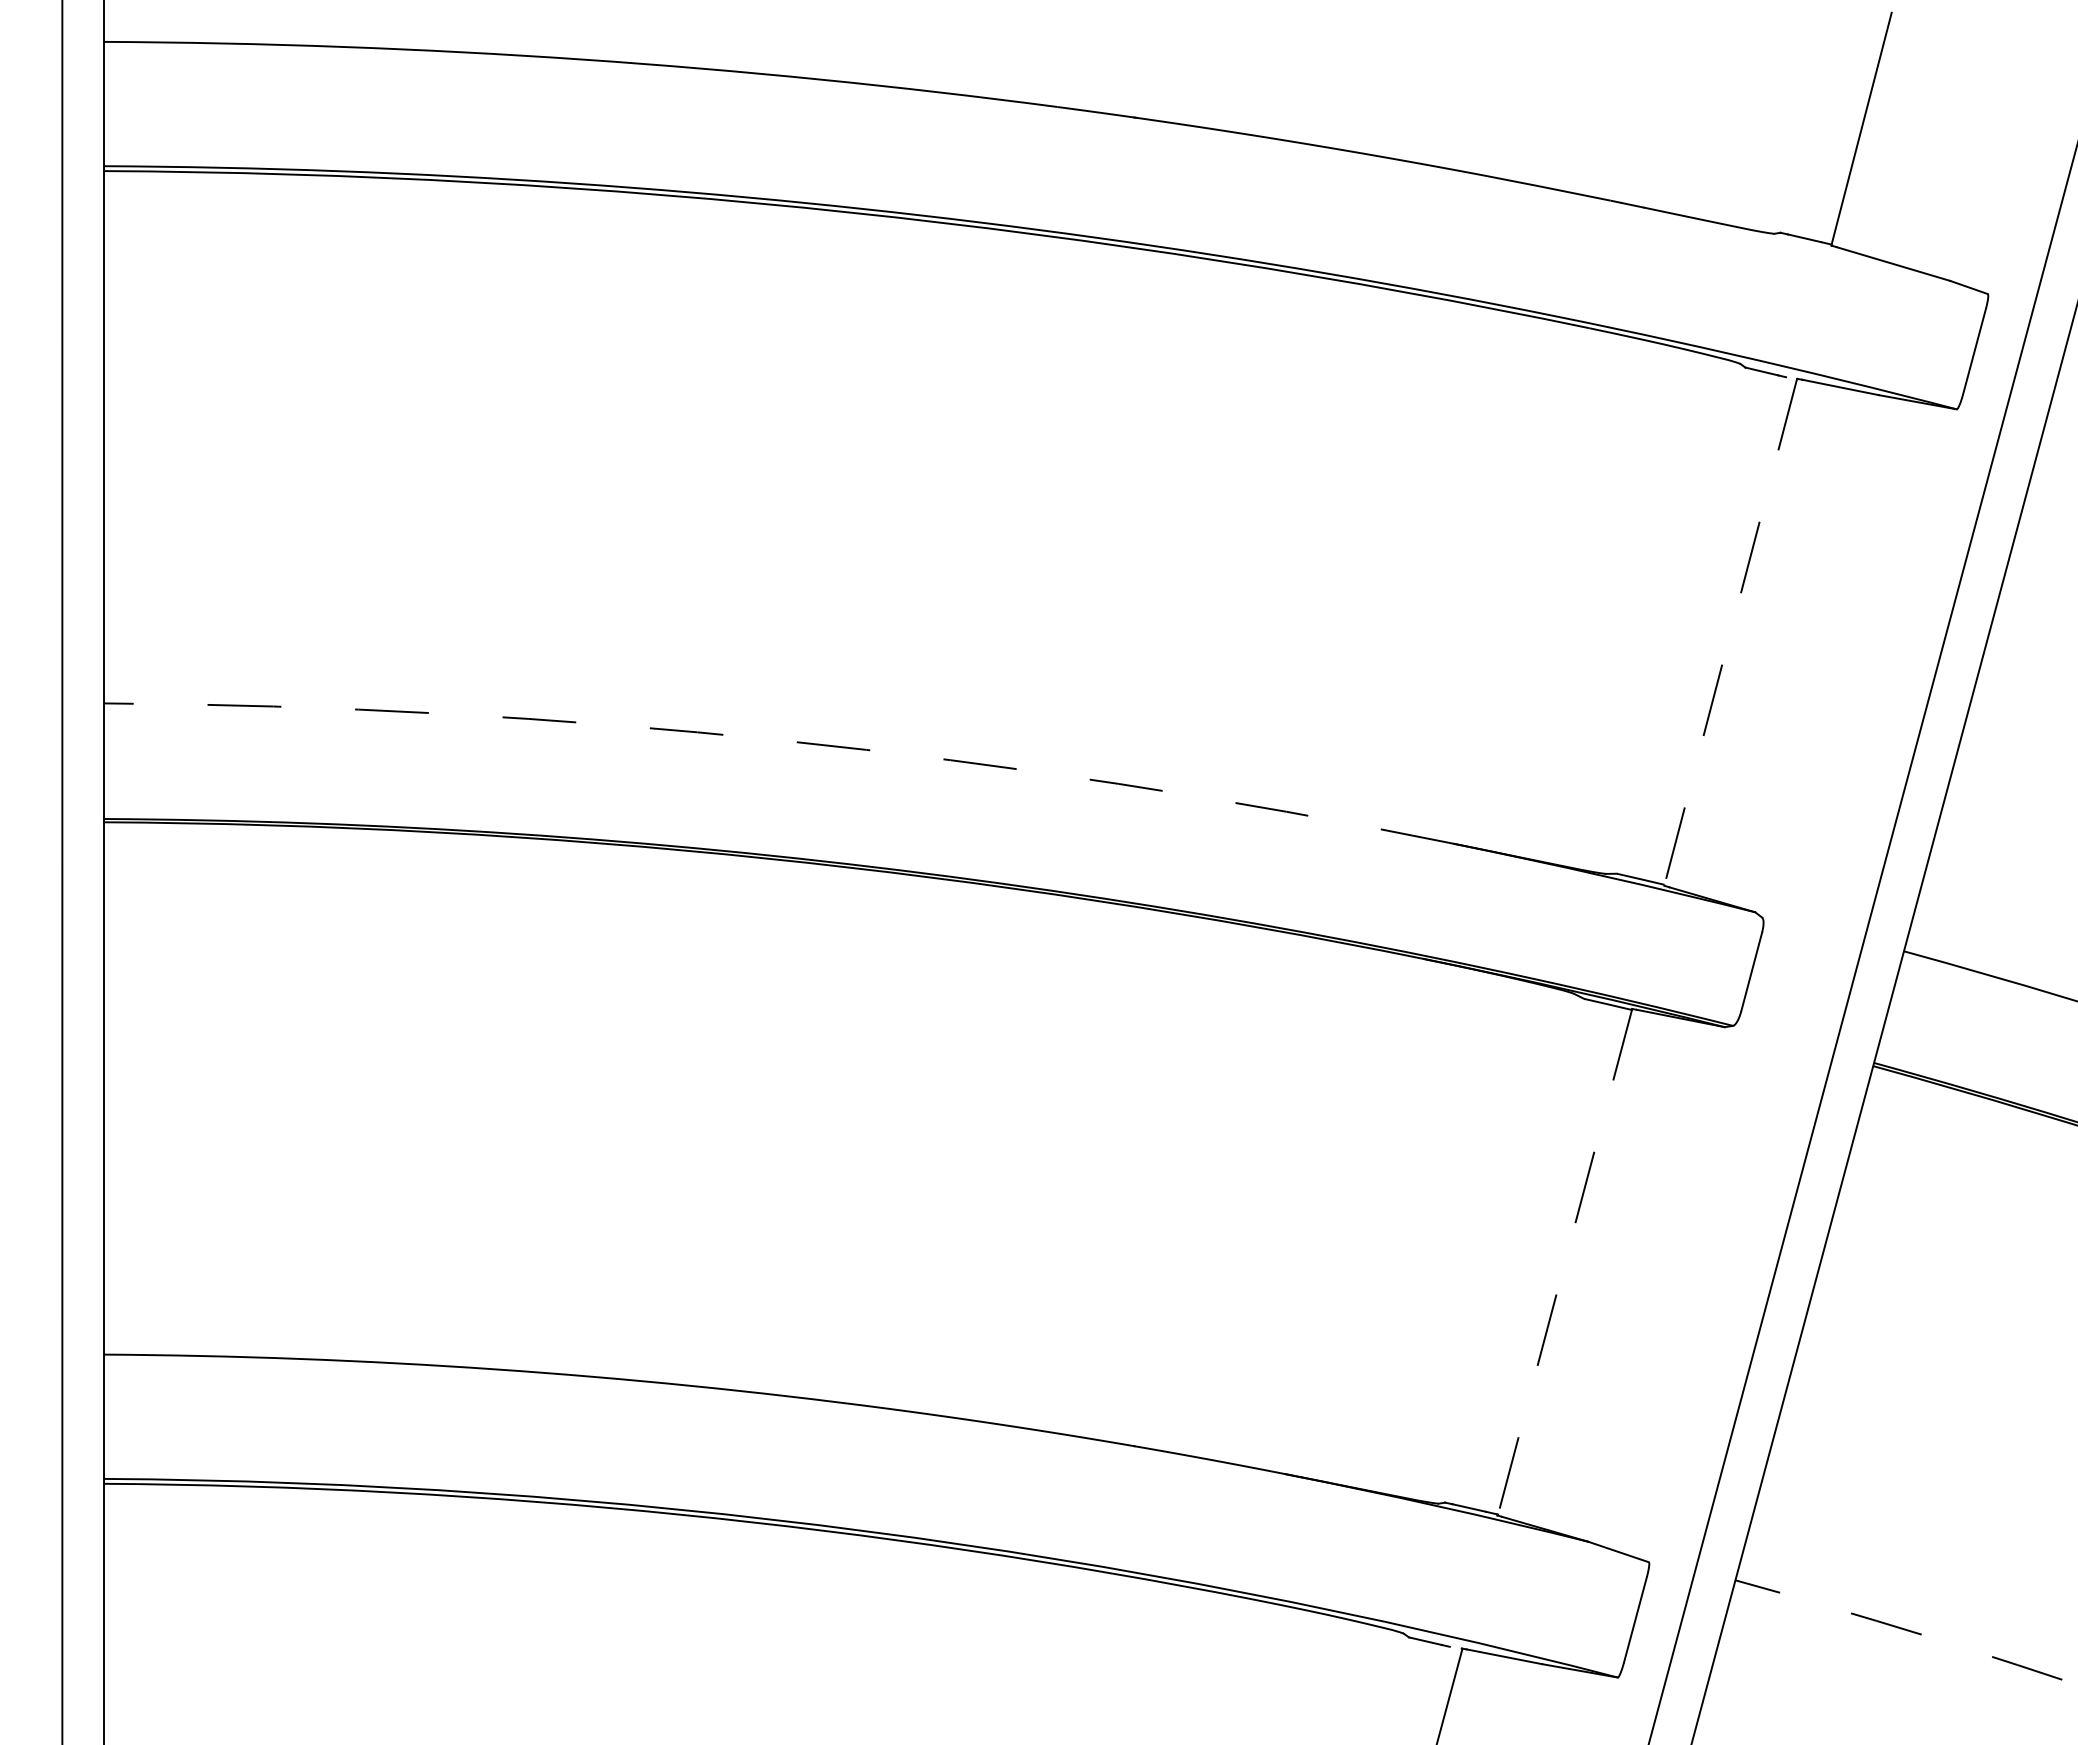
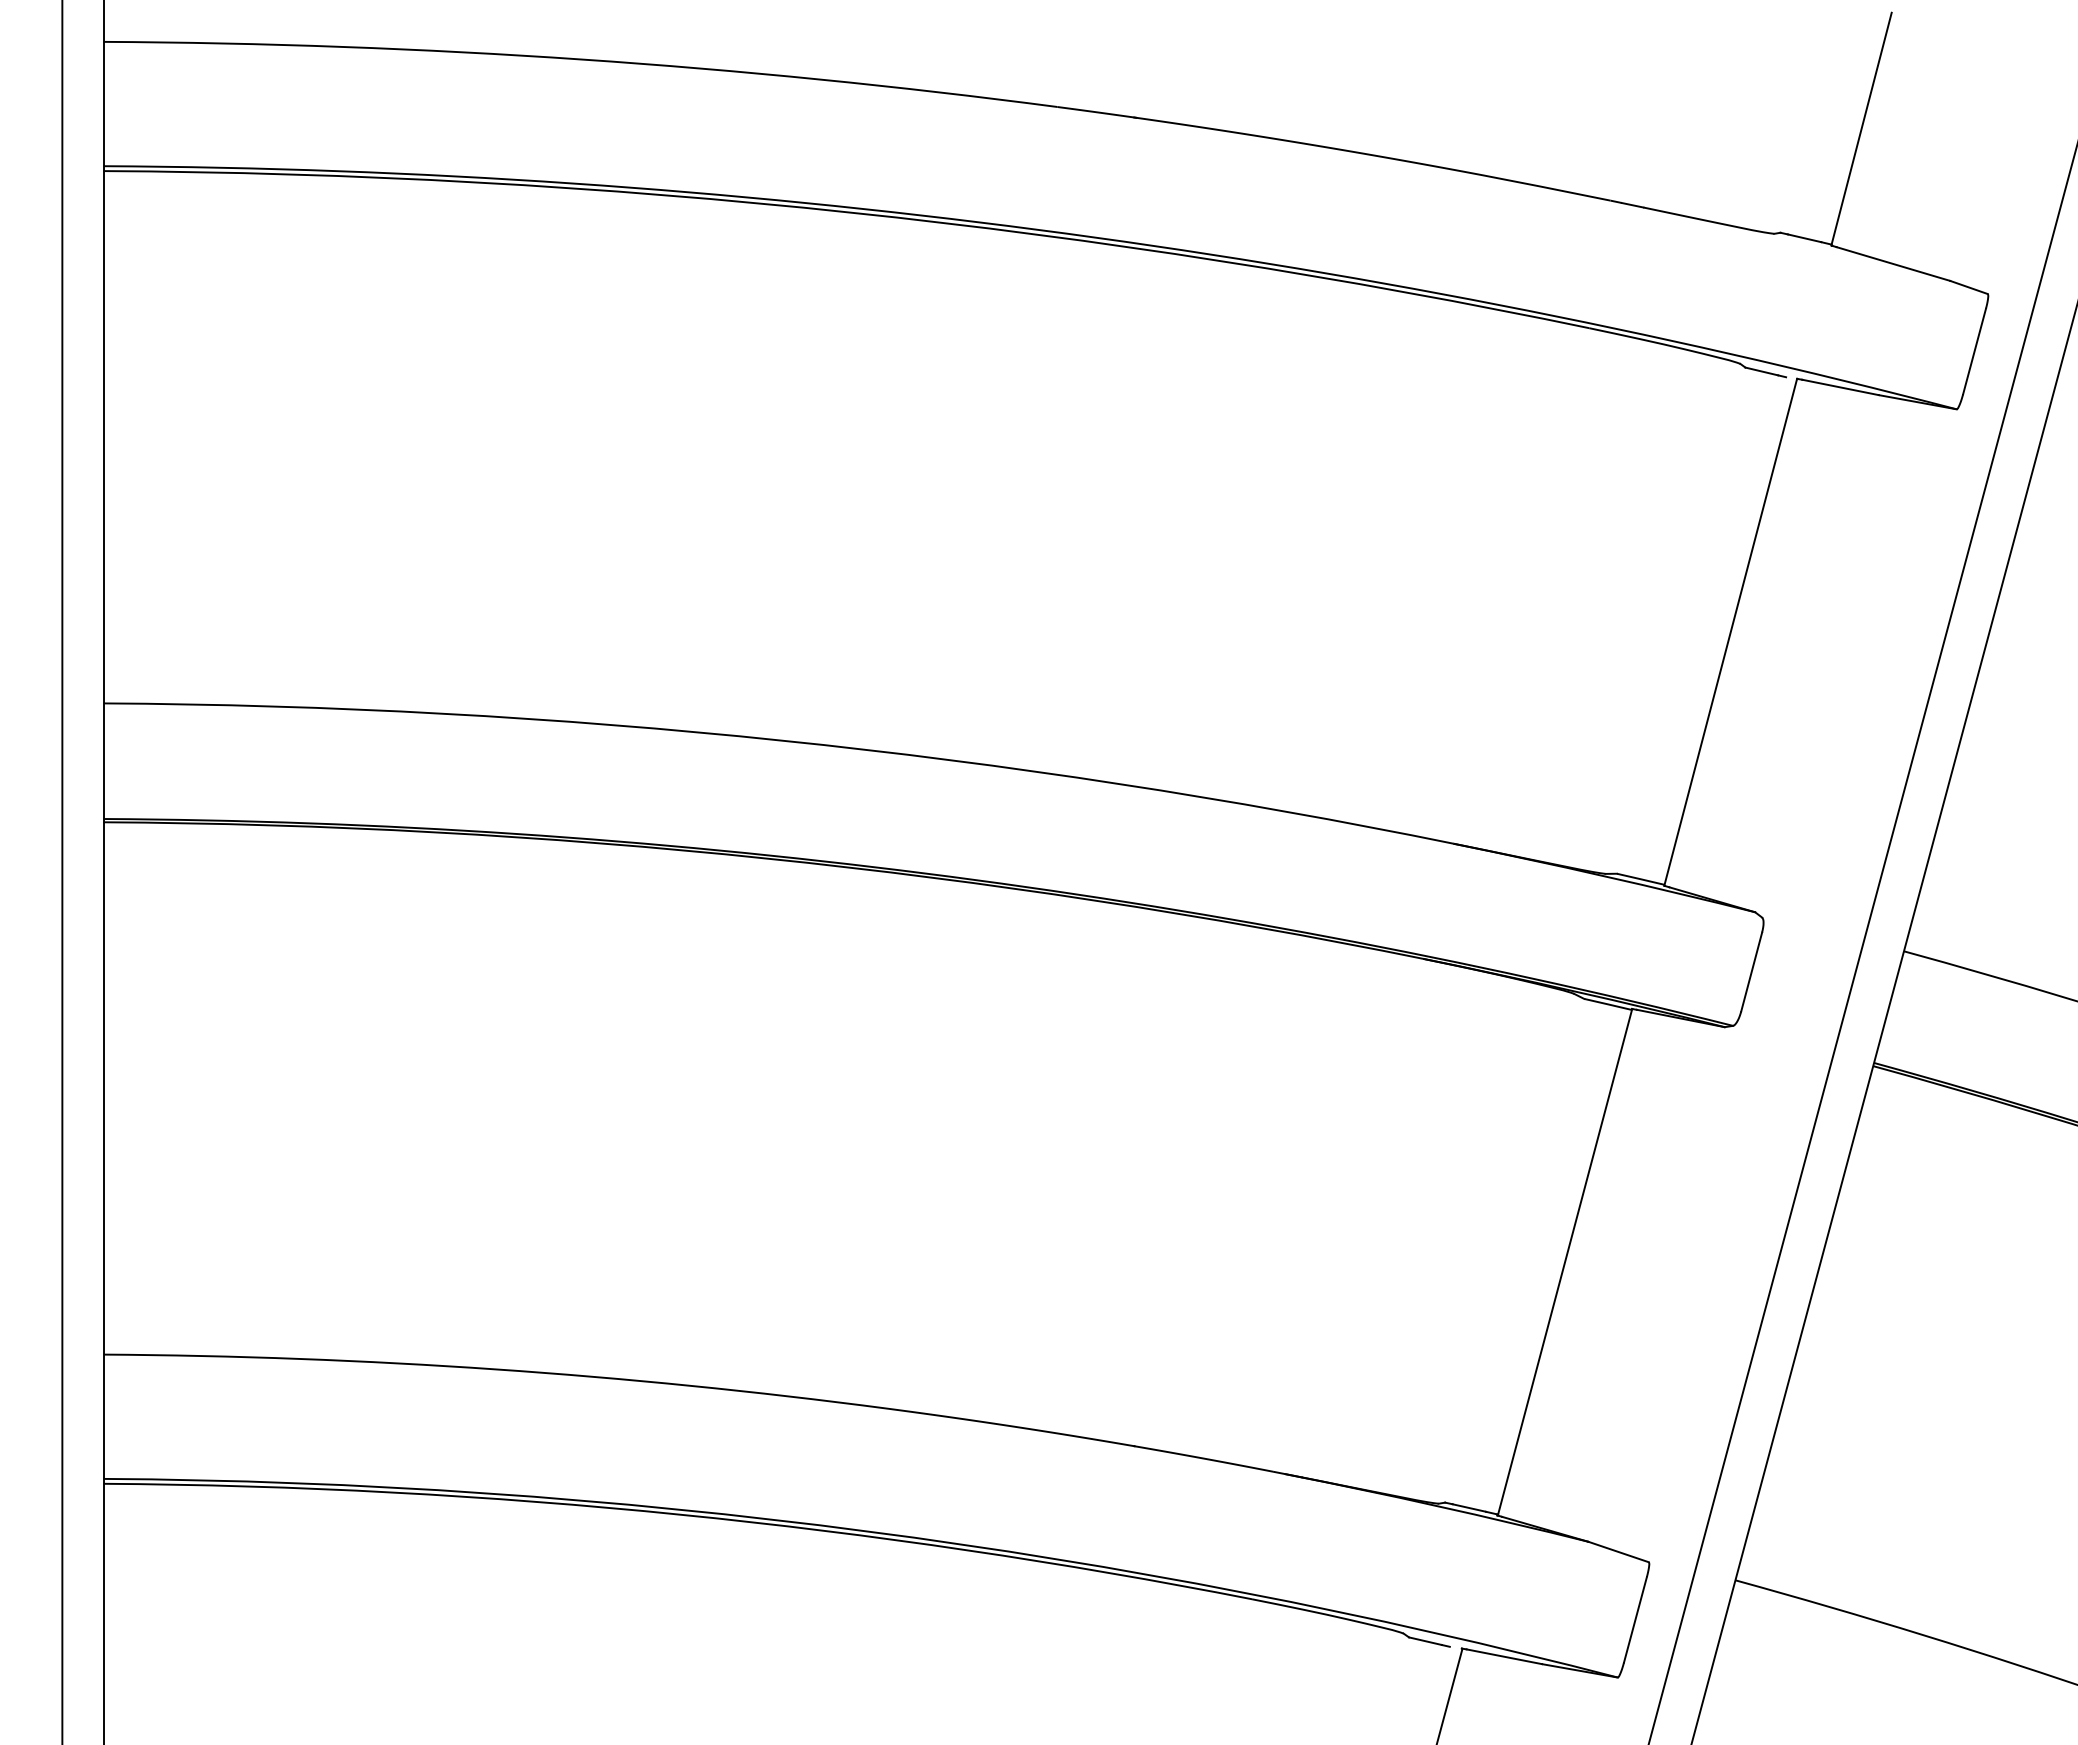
line at (1730, 632): dashed -> solid
arc at (781, 740): dashed -> solid
line at (1565, 1262): dashed -> solid
arc at (1907, 1630): dashed -> solid
